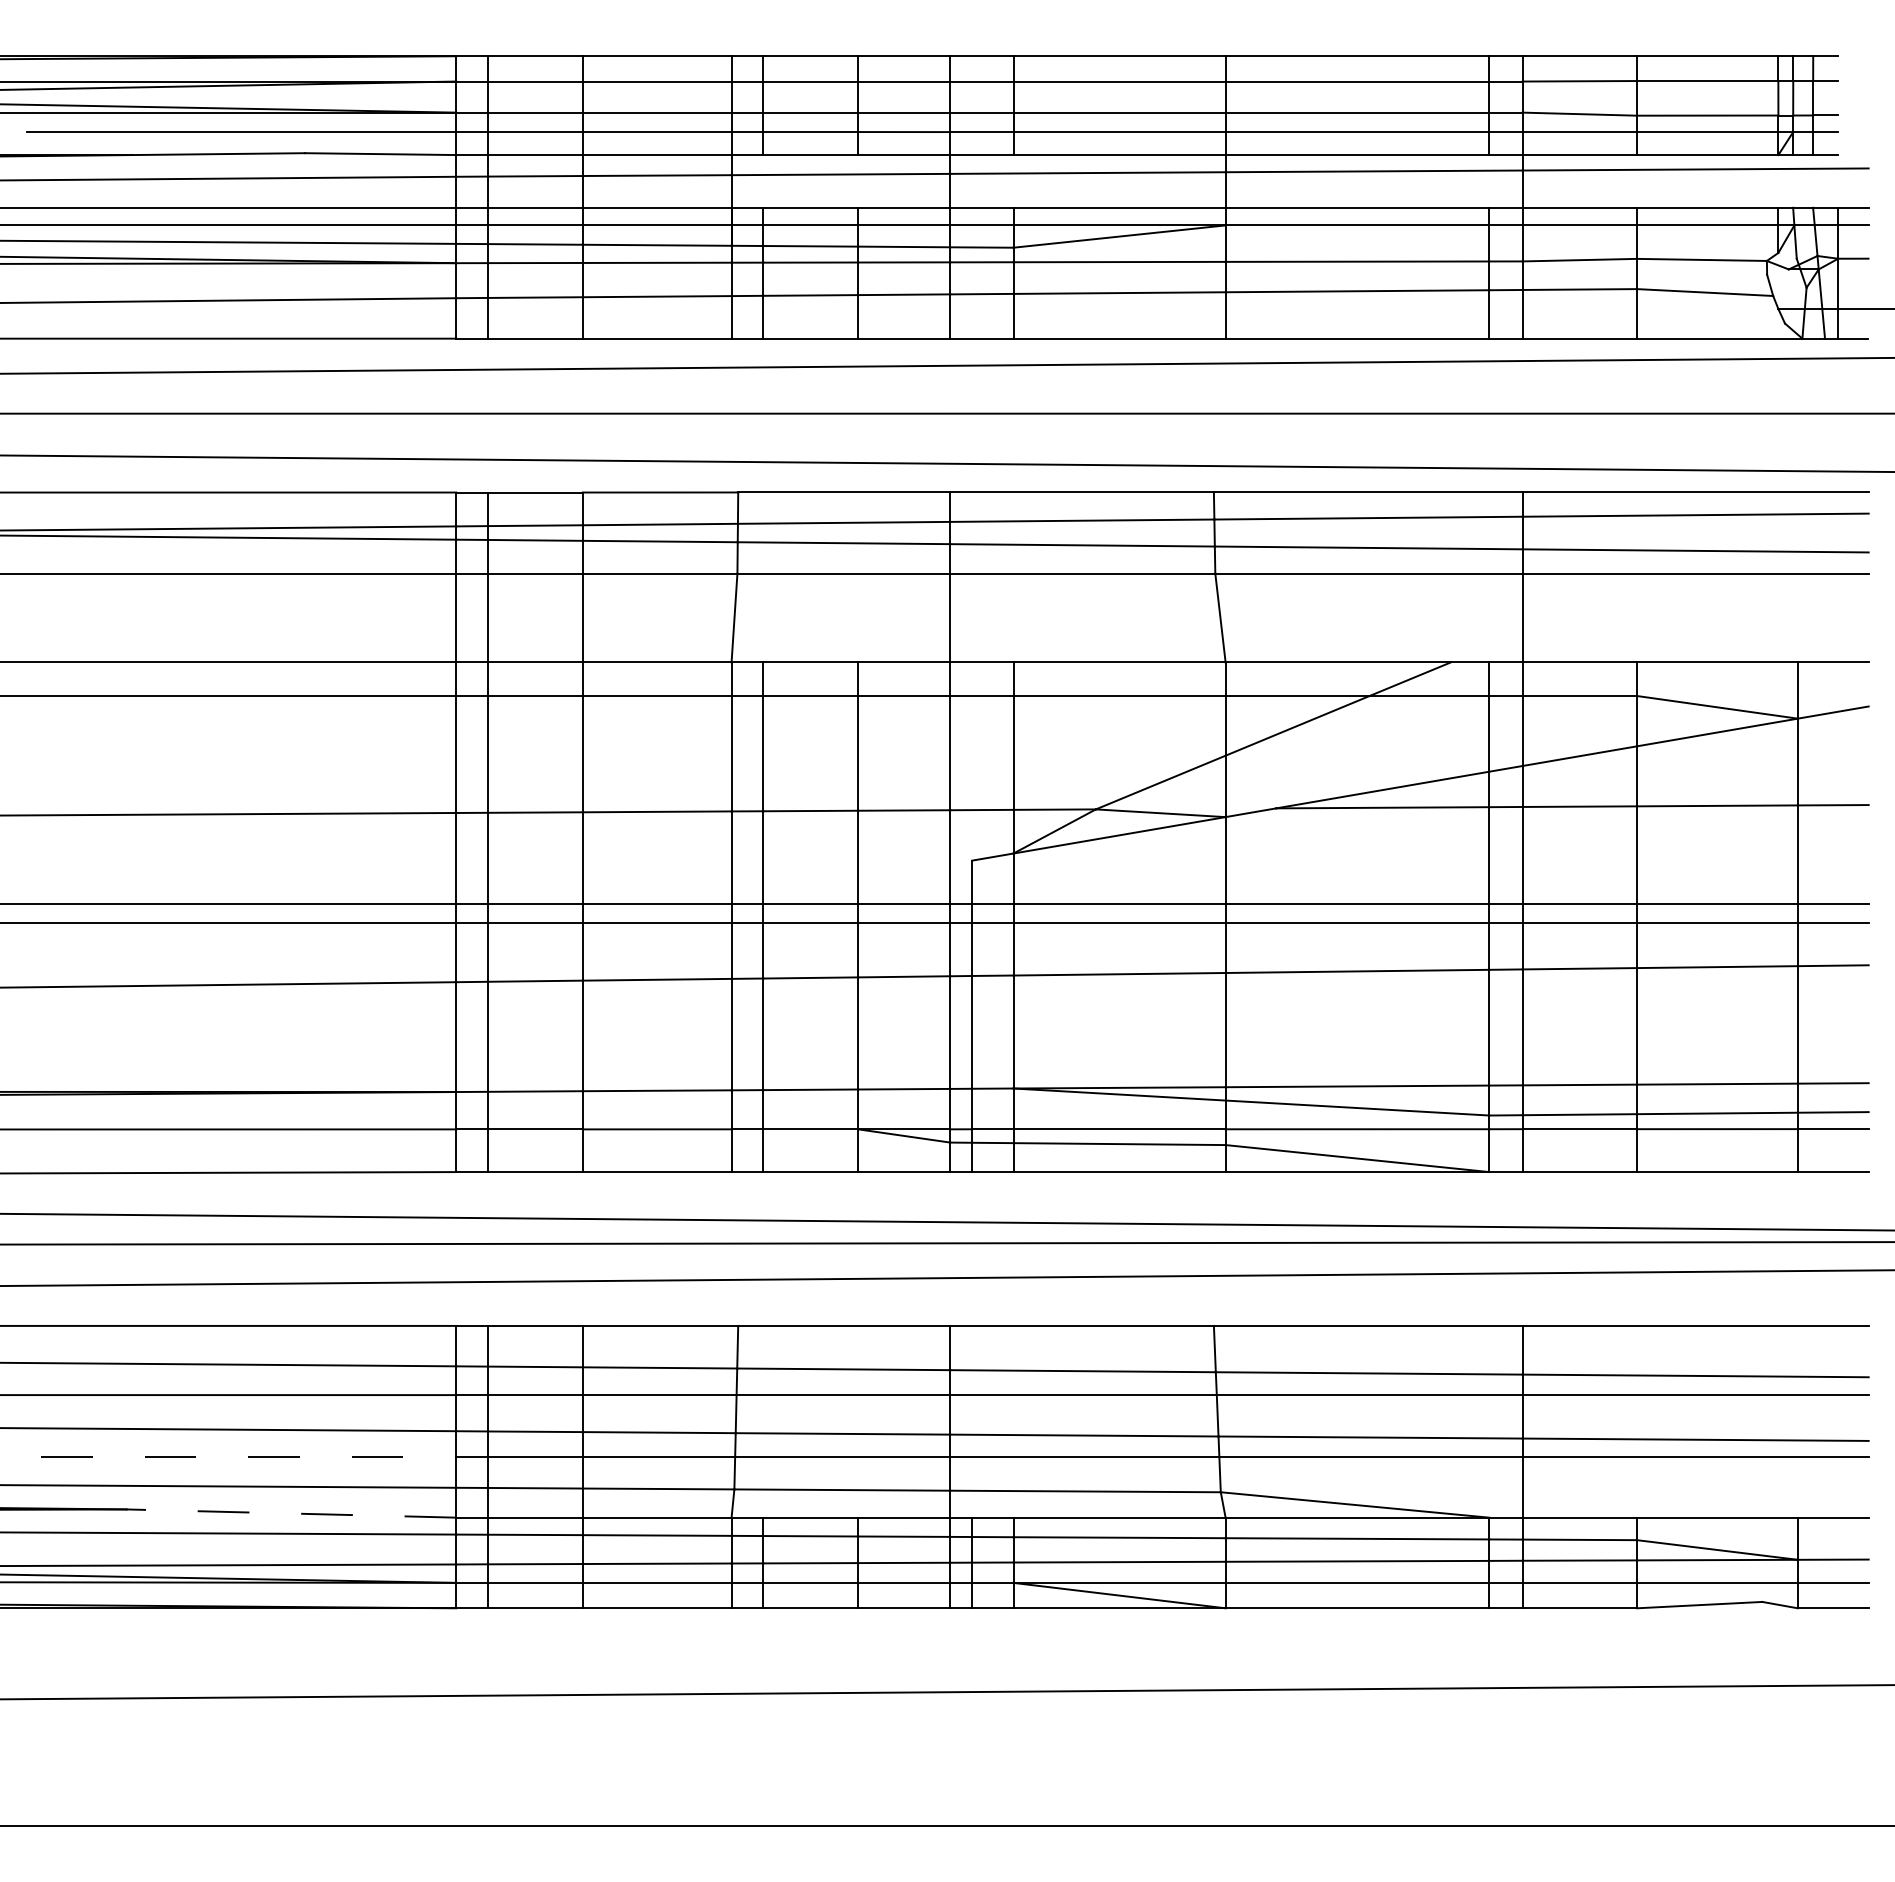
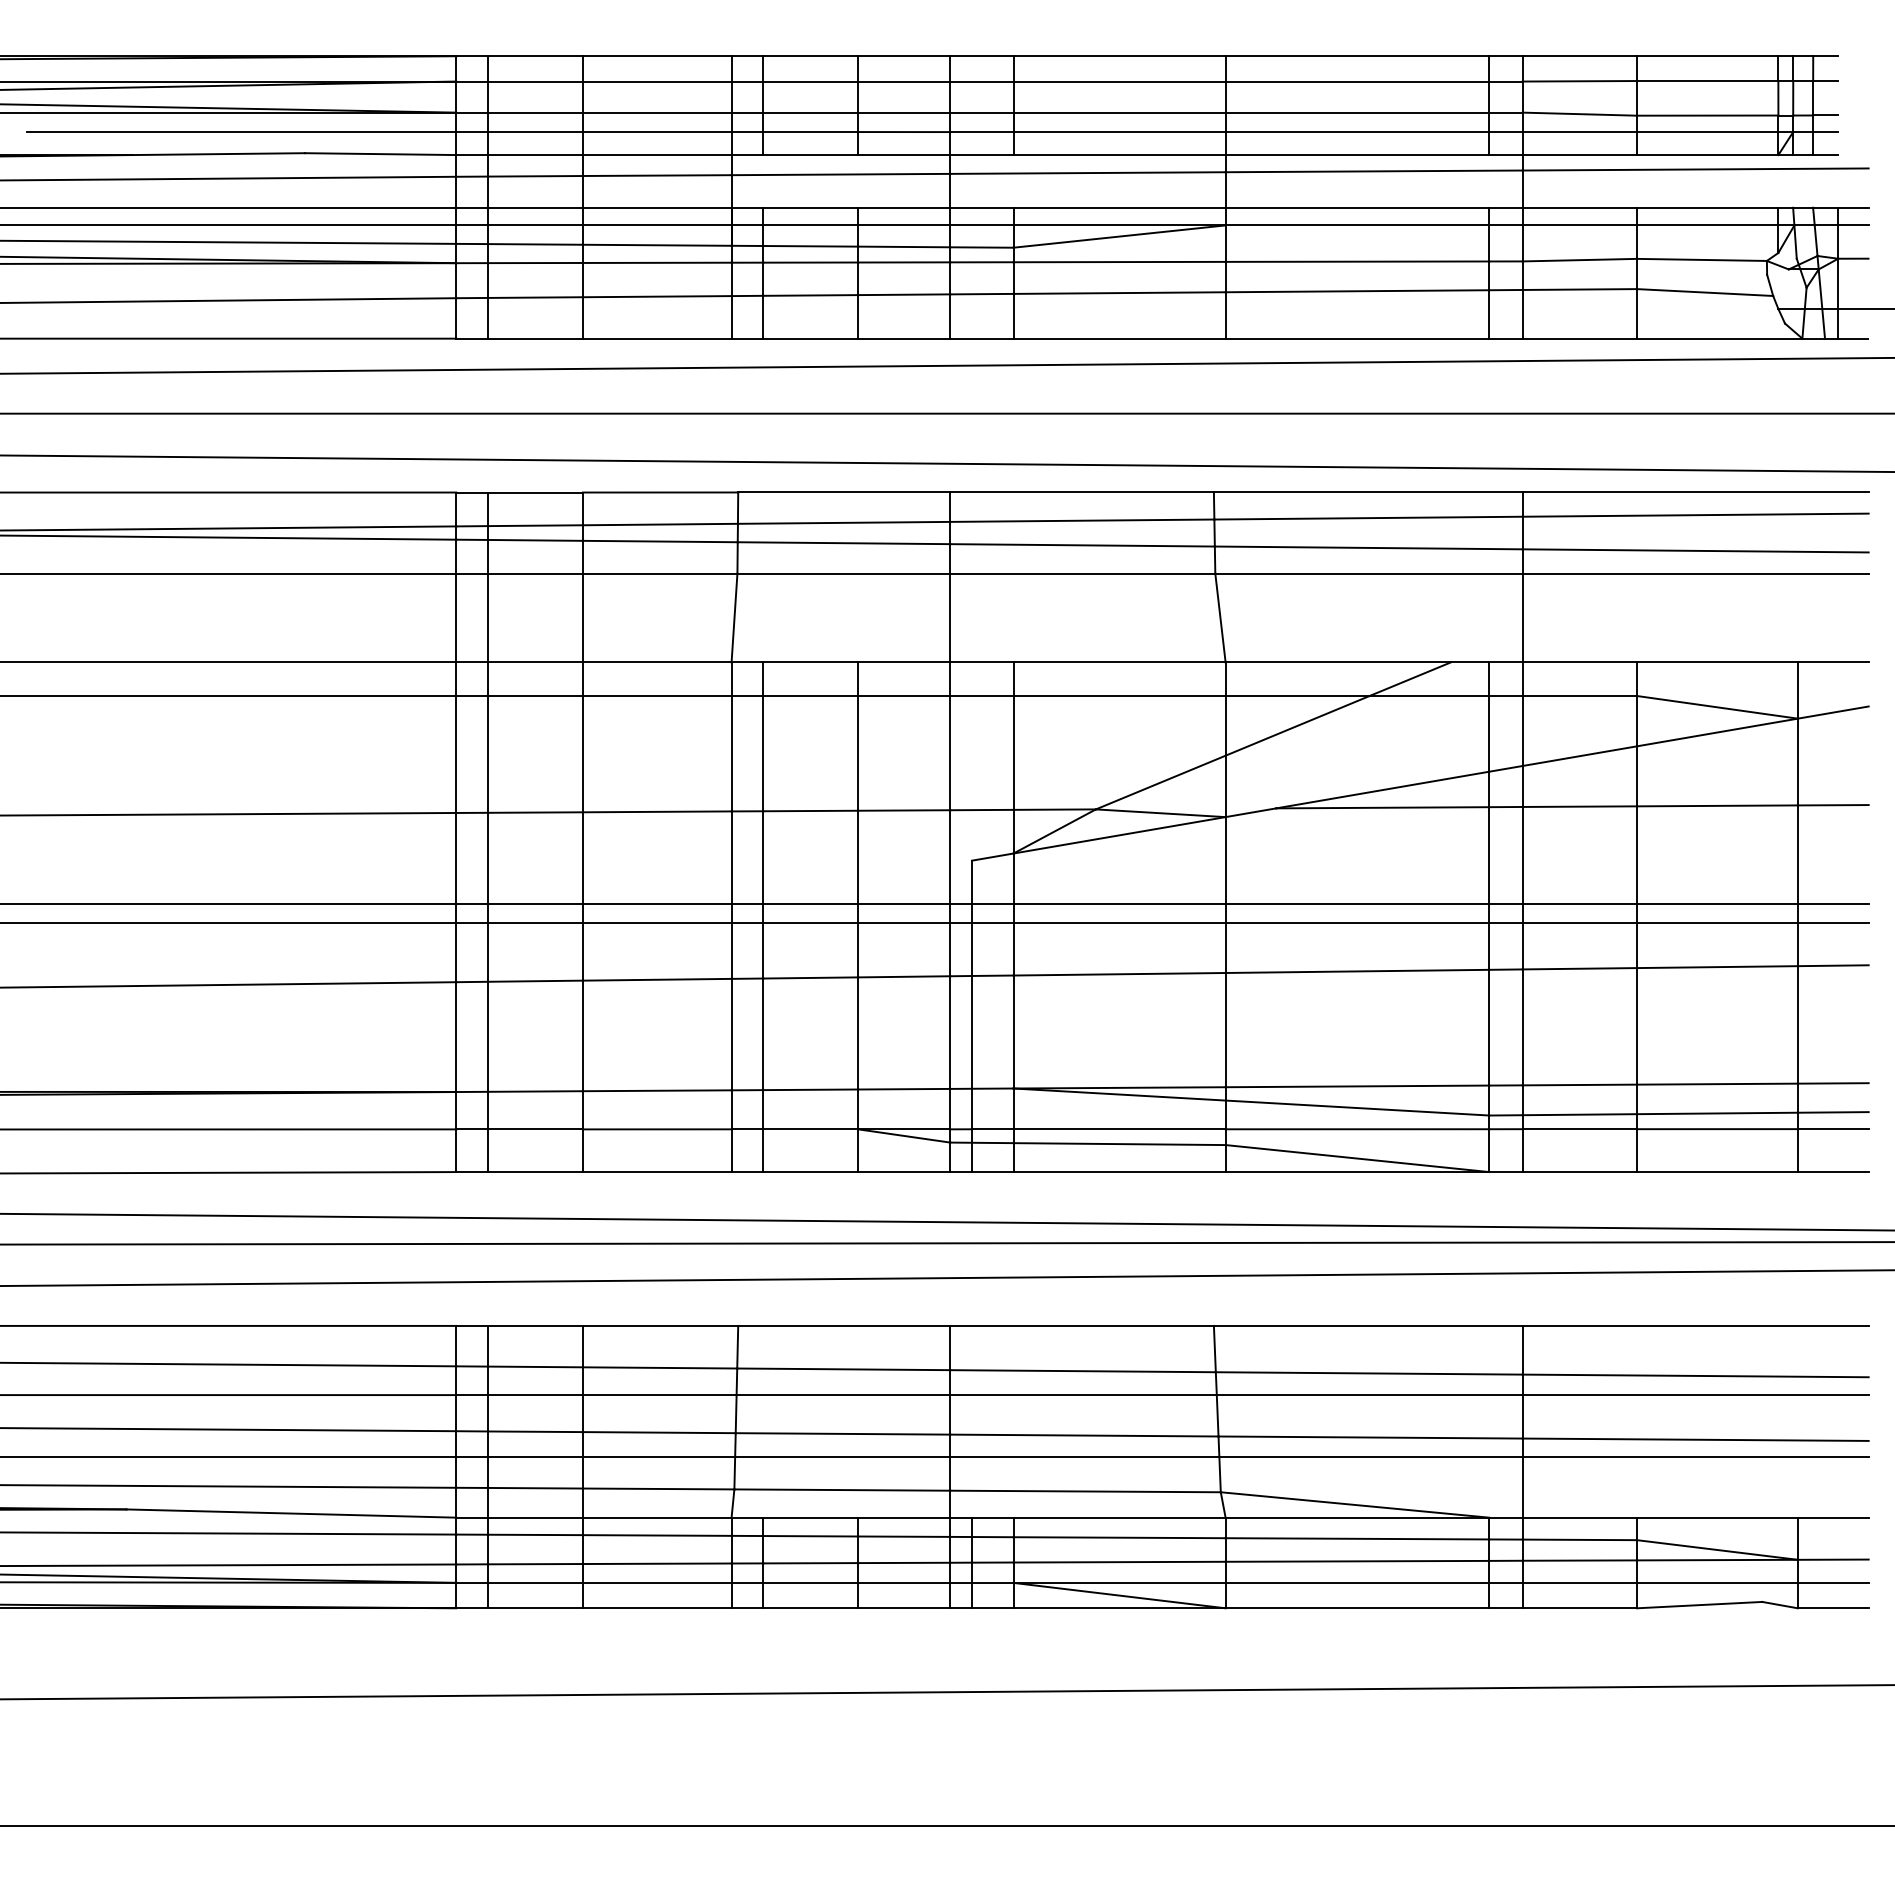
line at (228, 1456): dashed -> solid
line at (291, 1513): dashed -> solid
